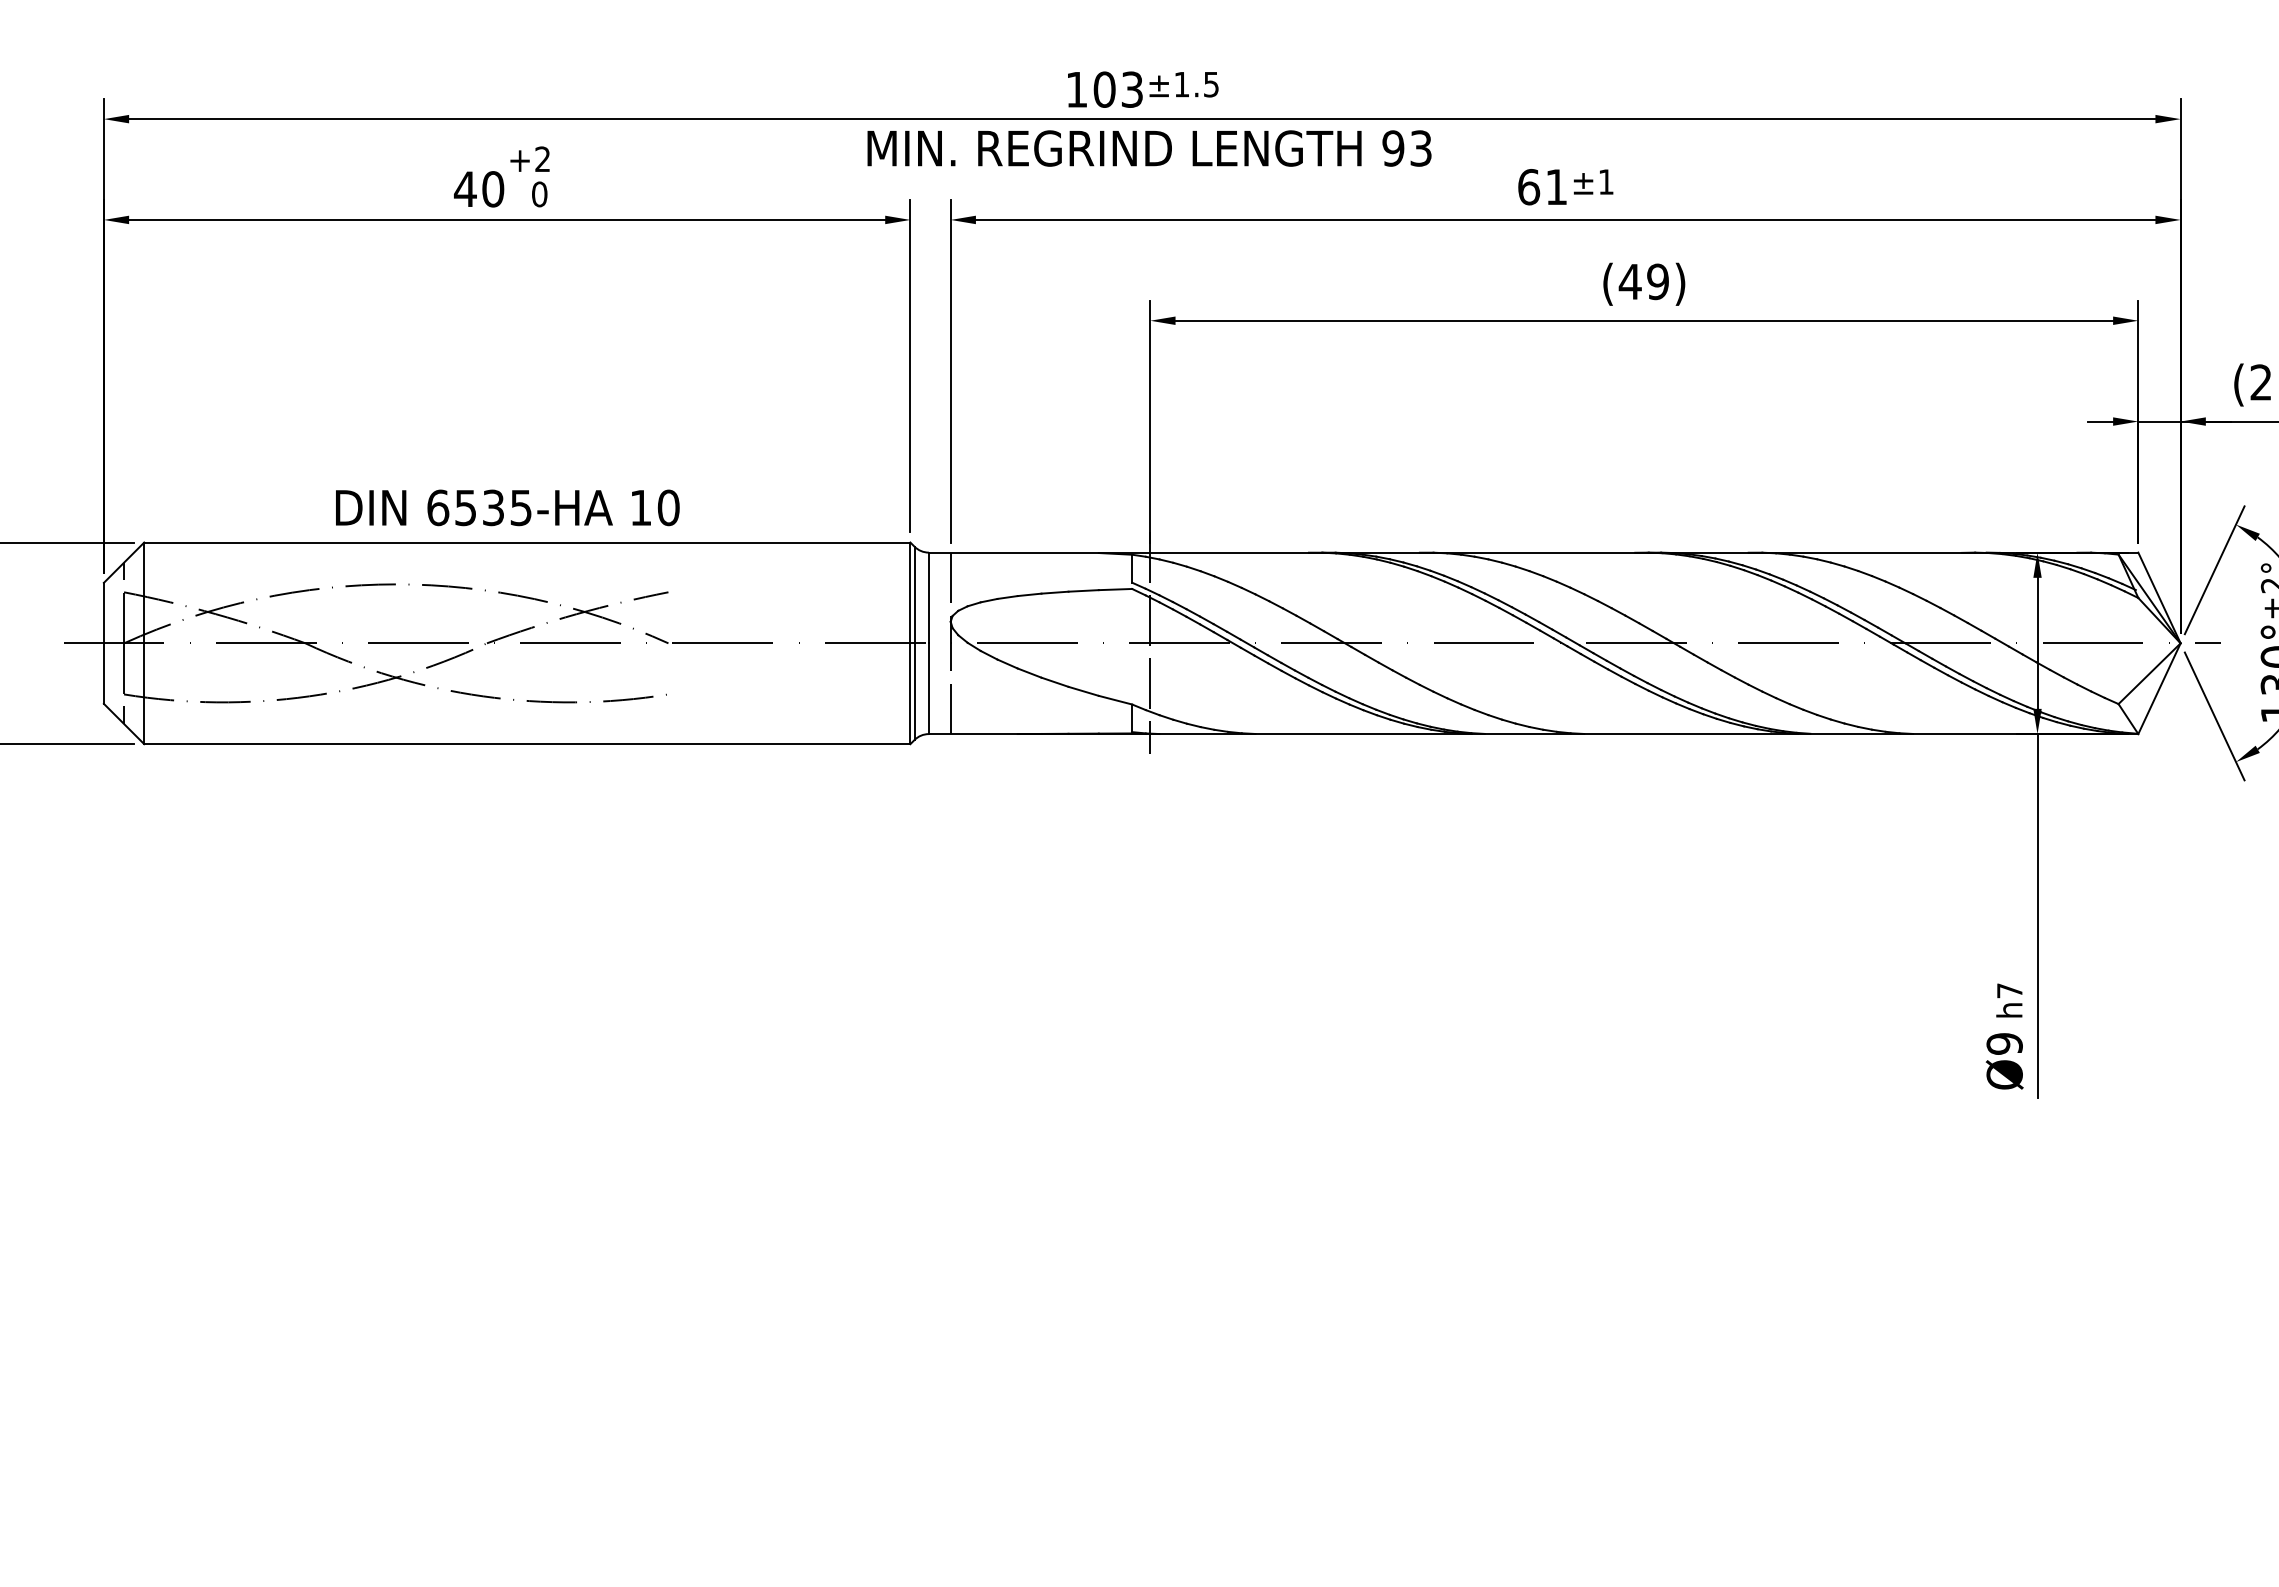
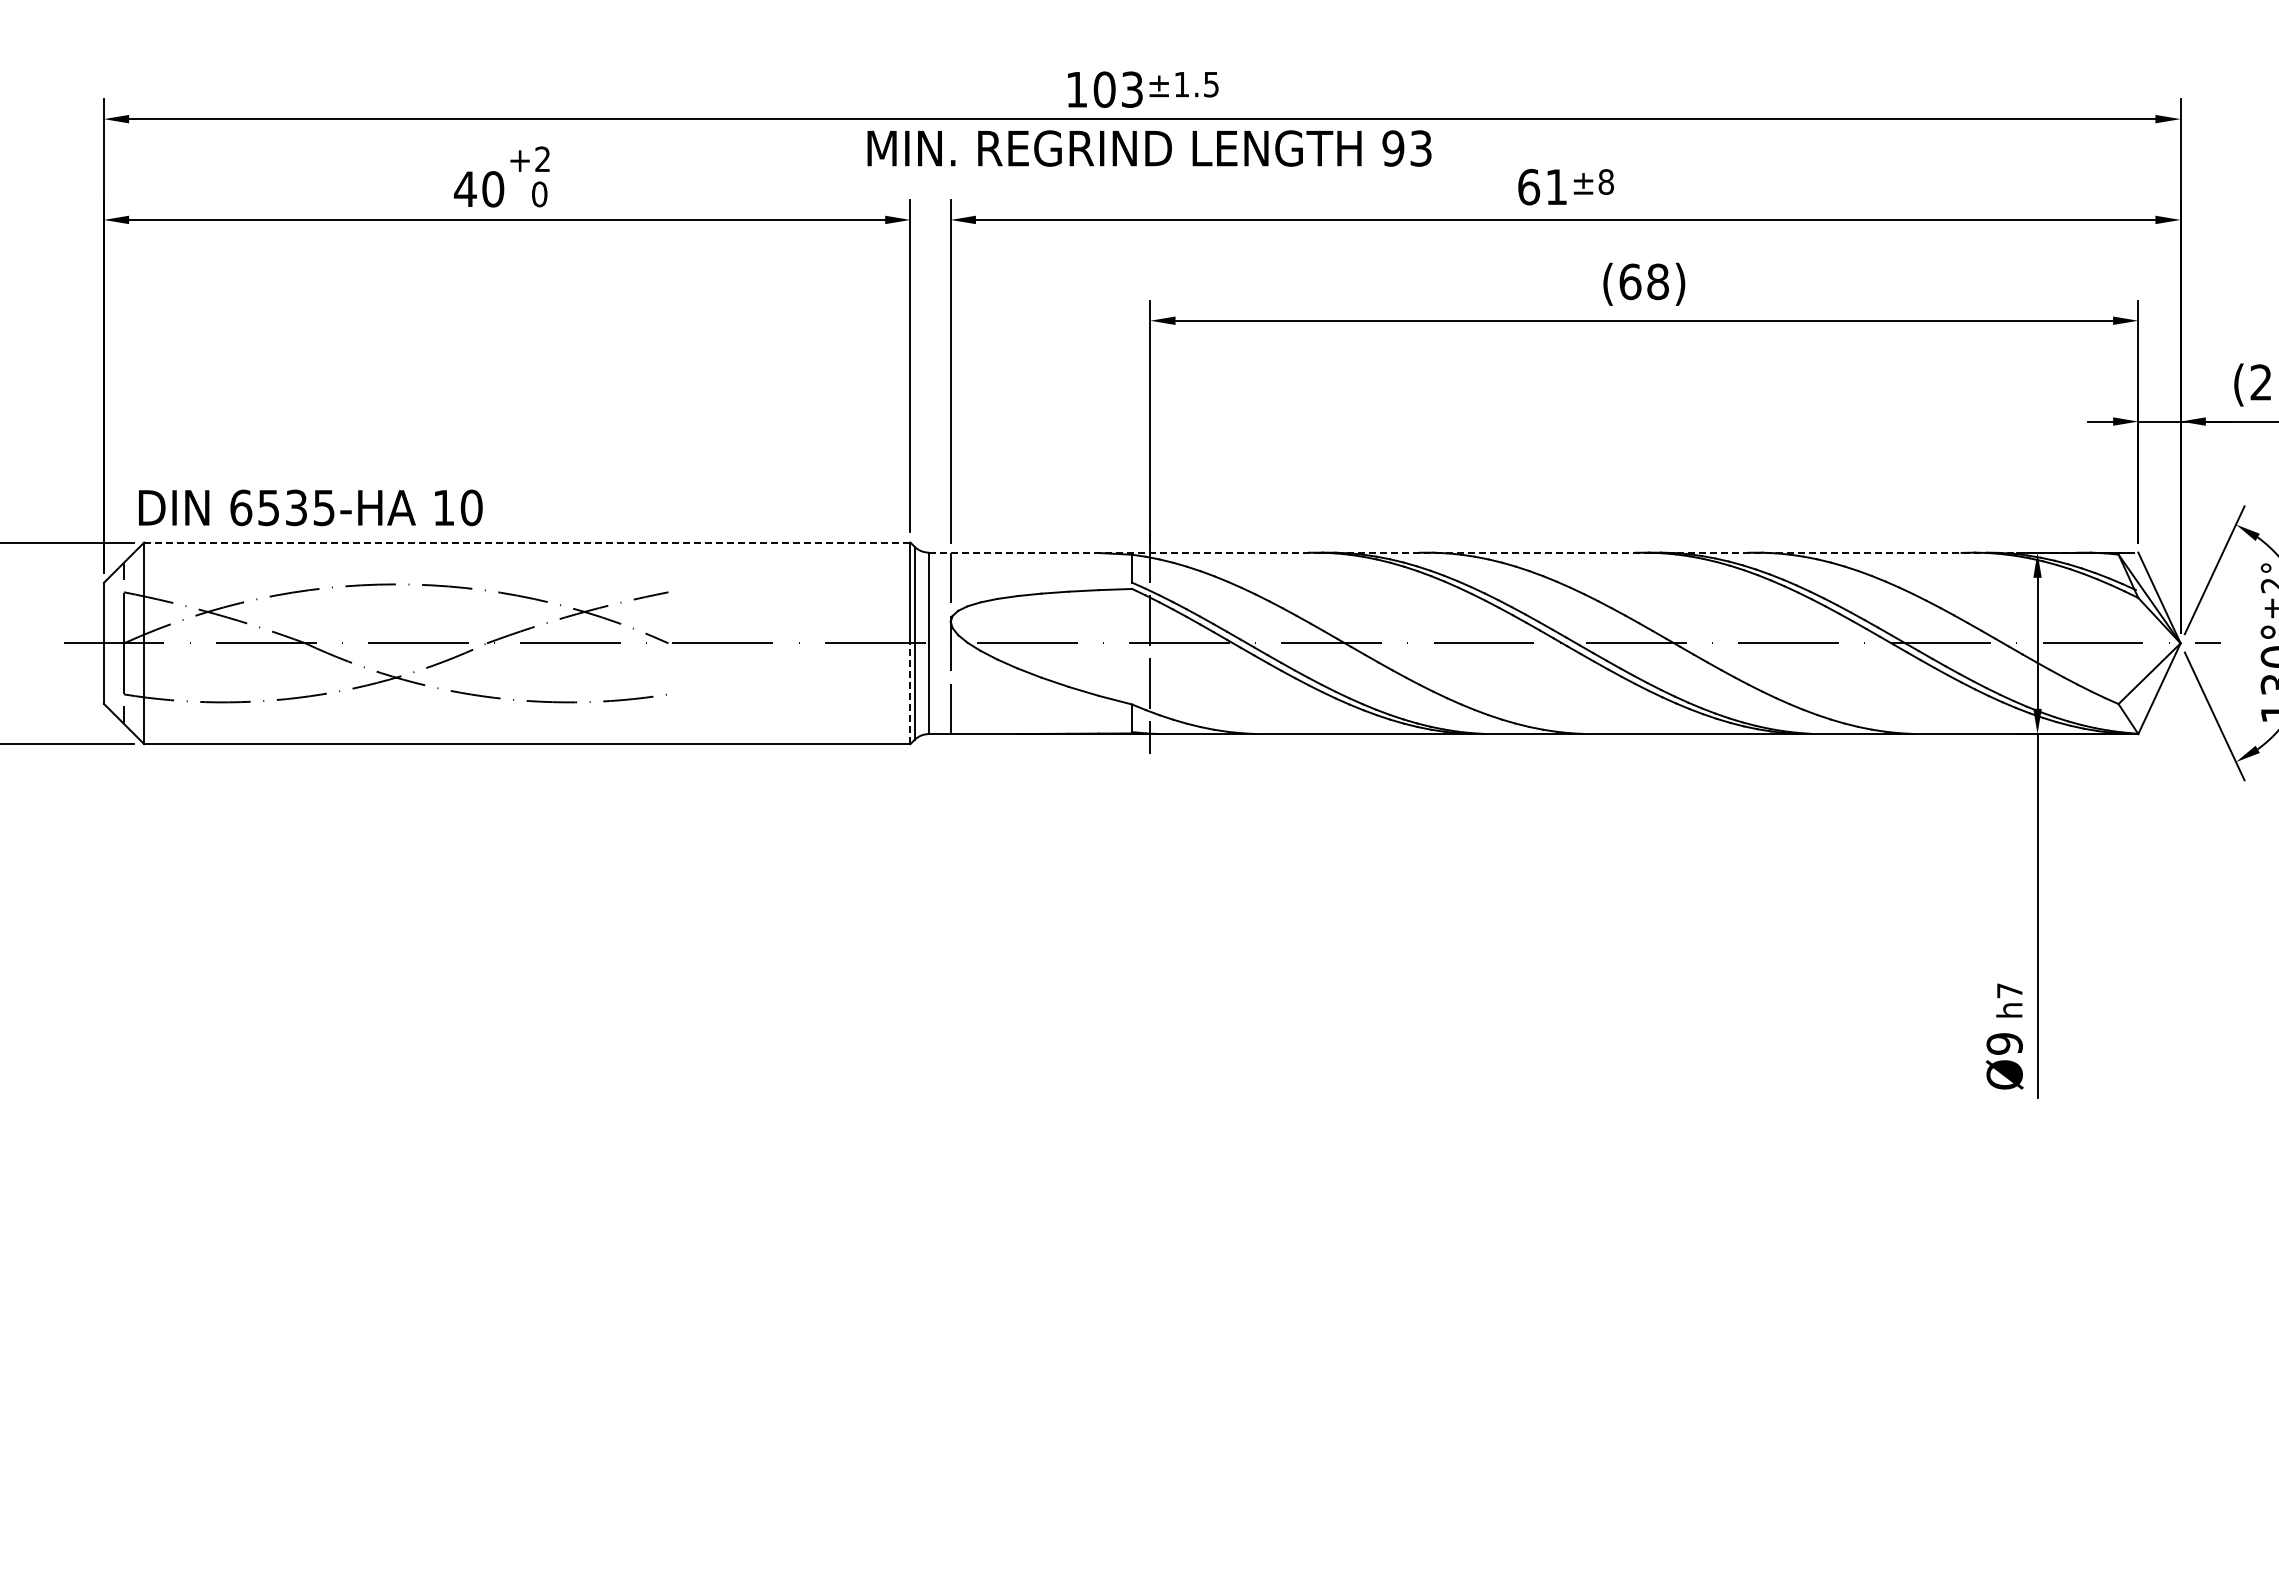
text at (1605, 181): ±1 -> ±8
text at (1643, 281): (49) -> (68)
text at (507, 507) position: (507, 507) -> (310, 507)
line at (527, 542): solid -> dashed
line at (1533, 552): solid -> dashed
line at (910, 693): solid -> dashed
